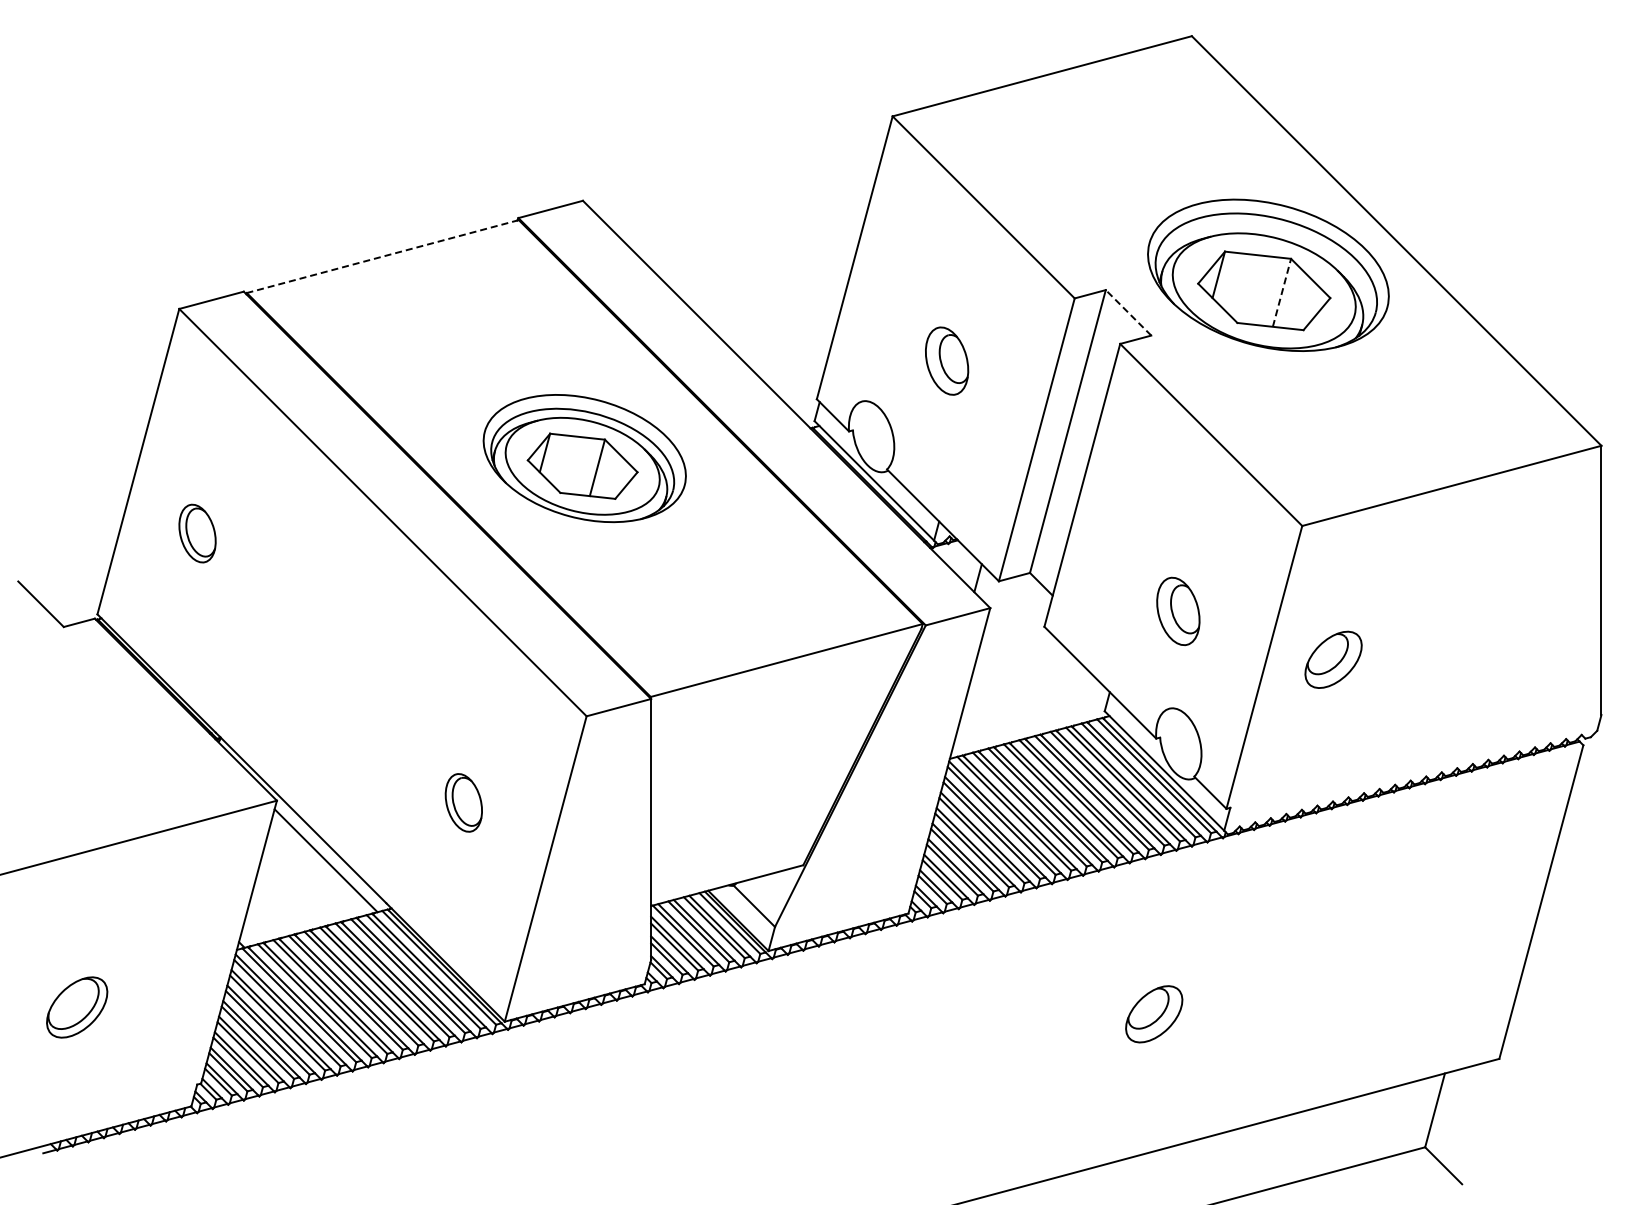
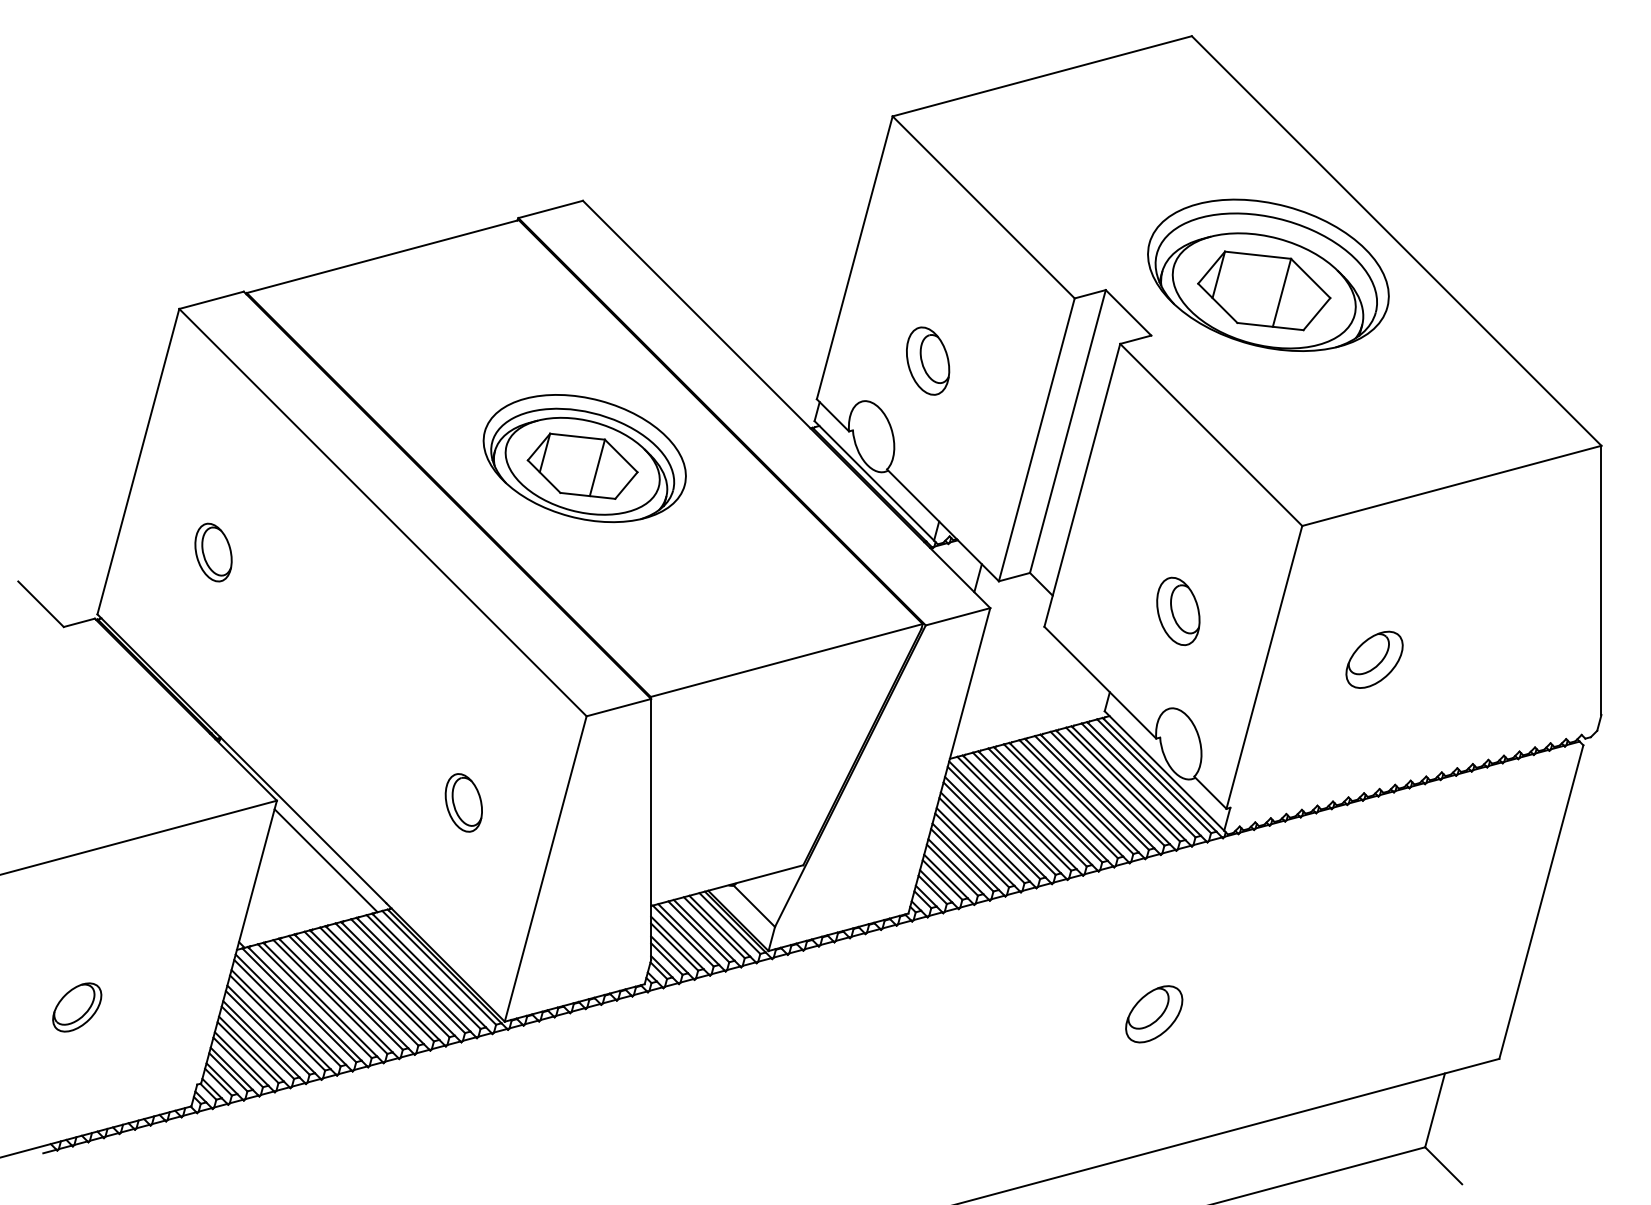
line at (382, 256): dashed -> solid
line at (1282, 292): dashed -> solid
line at (1128, 312): dashed -> solid
part at (947, 360) position: (947, 360) -> (928, 360)
part at (197, 533) position: (197, 533) -> (213, 552)
part at (1333, 659) position: (1333, 659) -> (1374, 659)
part at (77, 1007) size: 63x63 px -> 51x51 px
